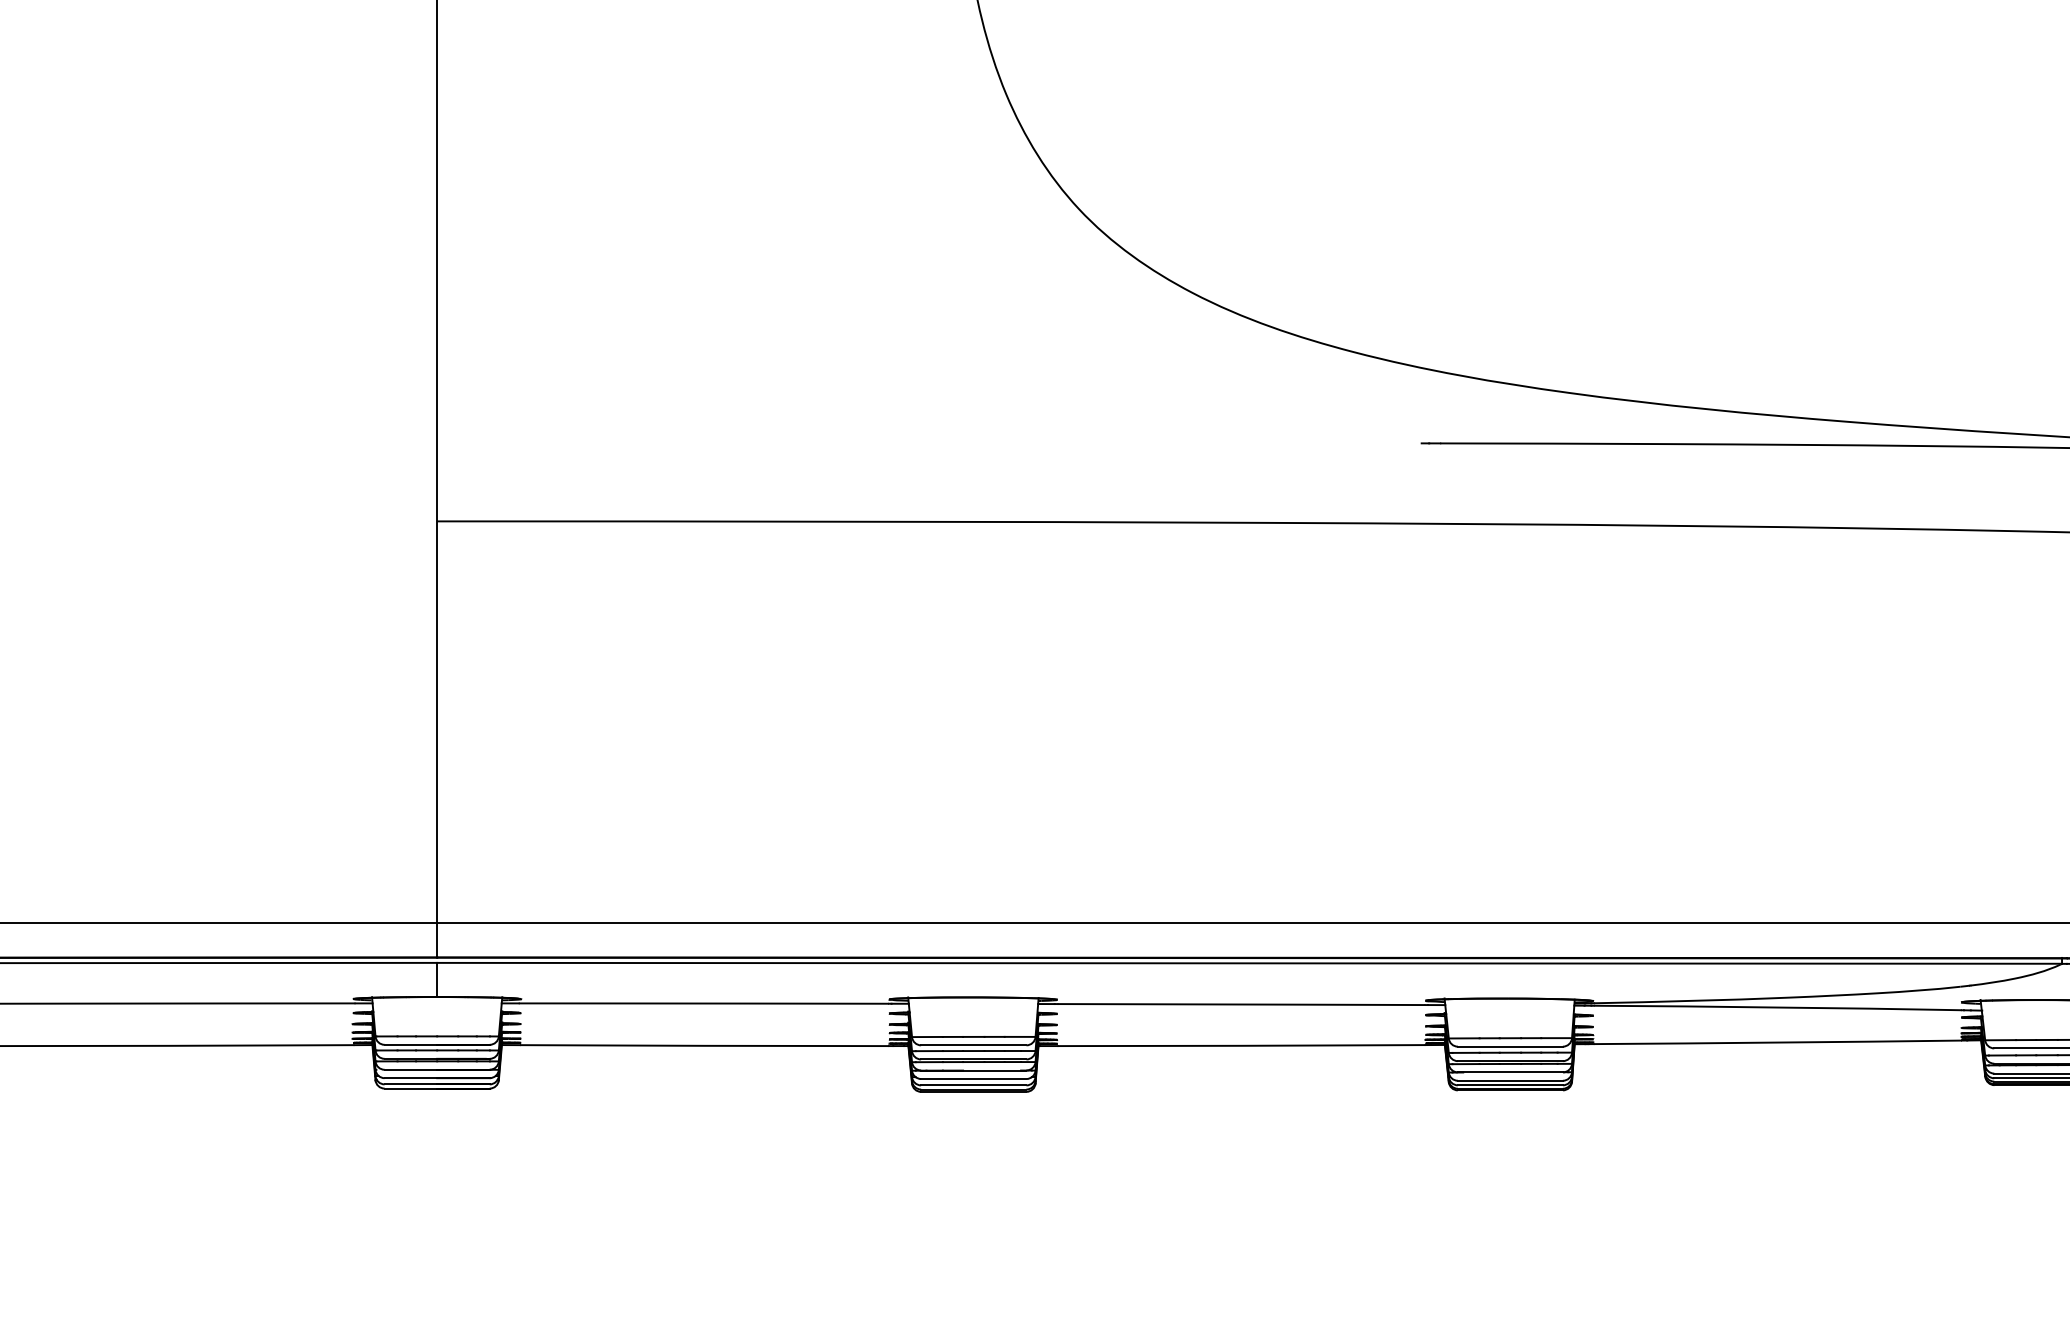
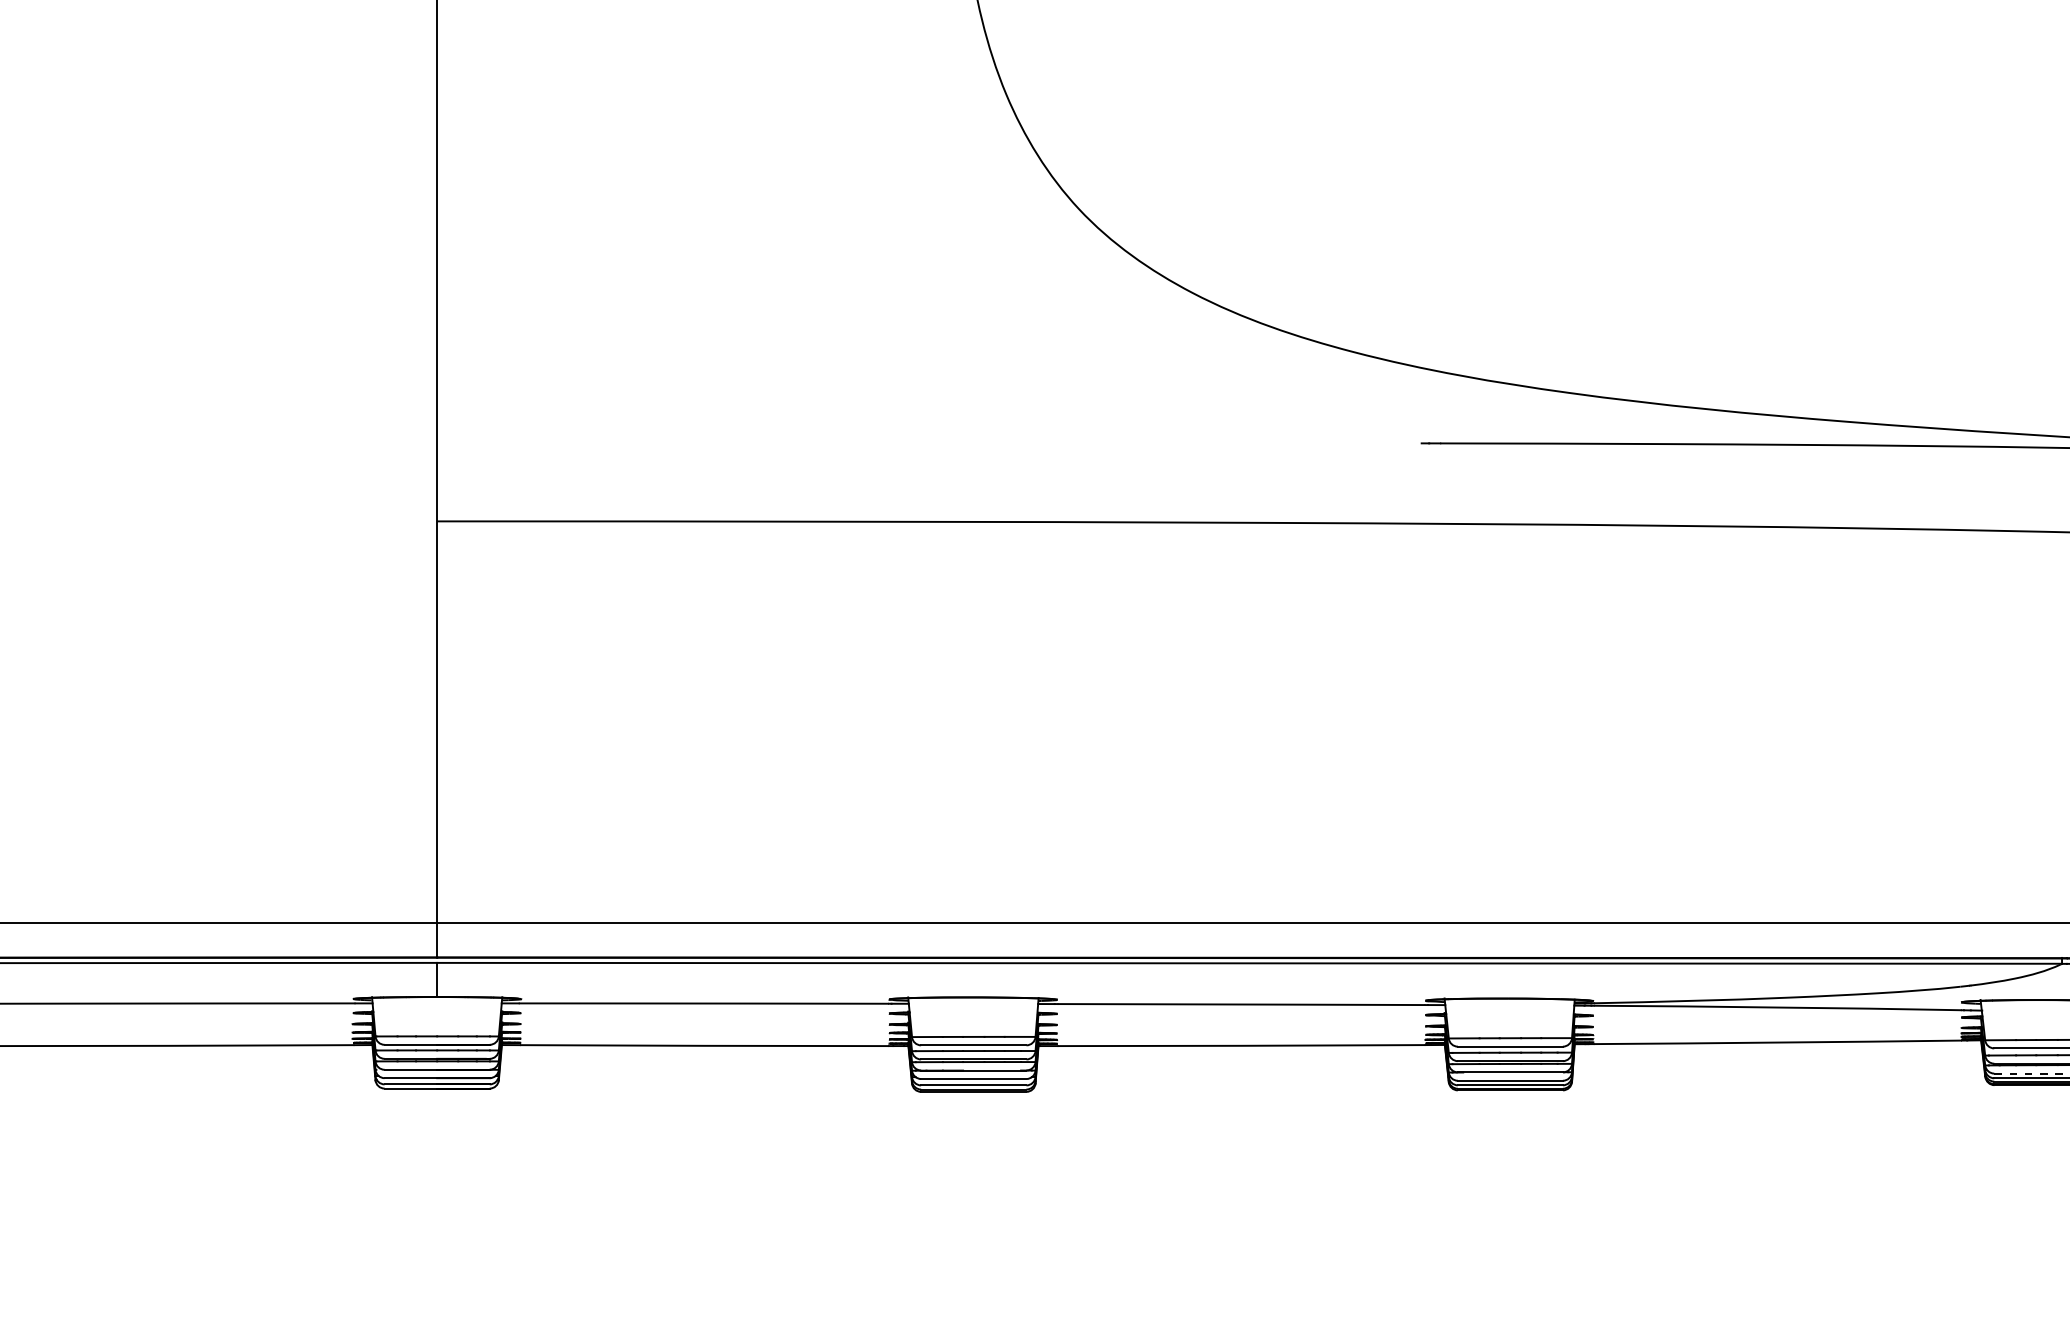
line at (2032, 1073): solid -> dashed
